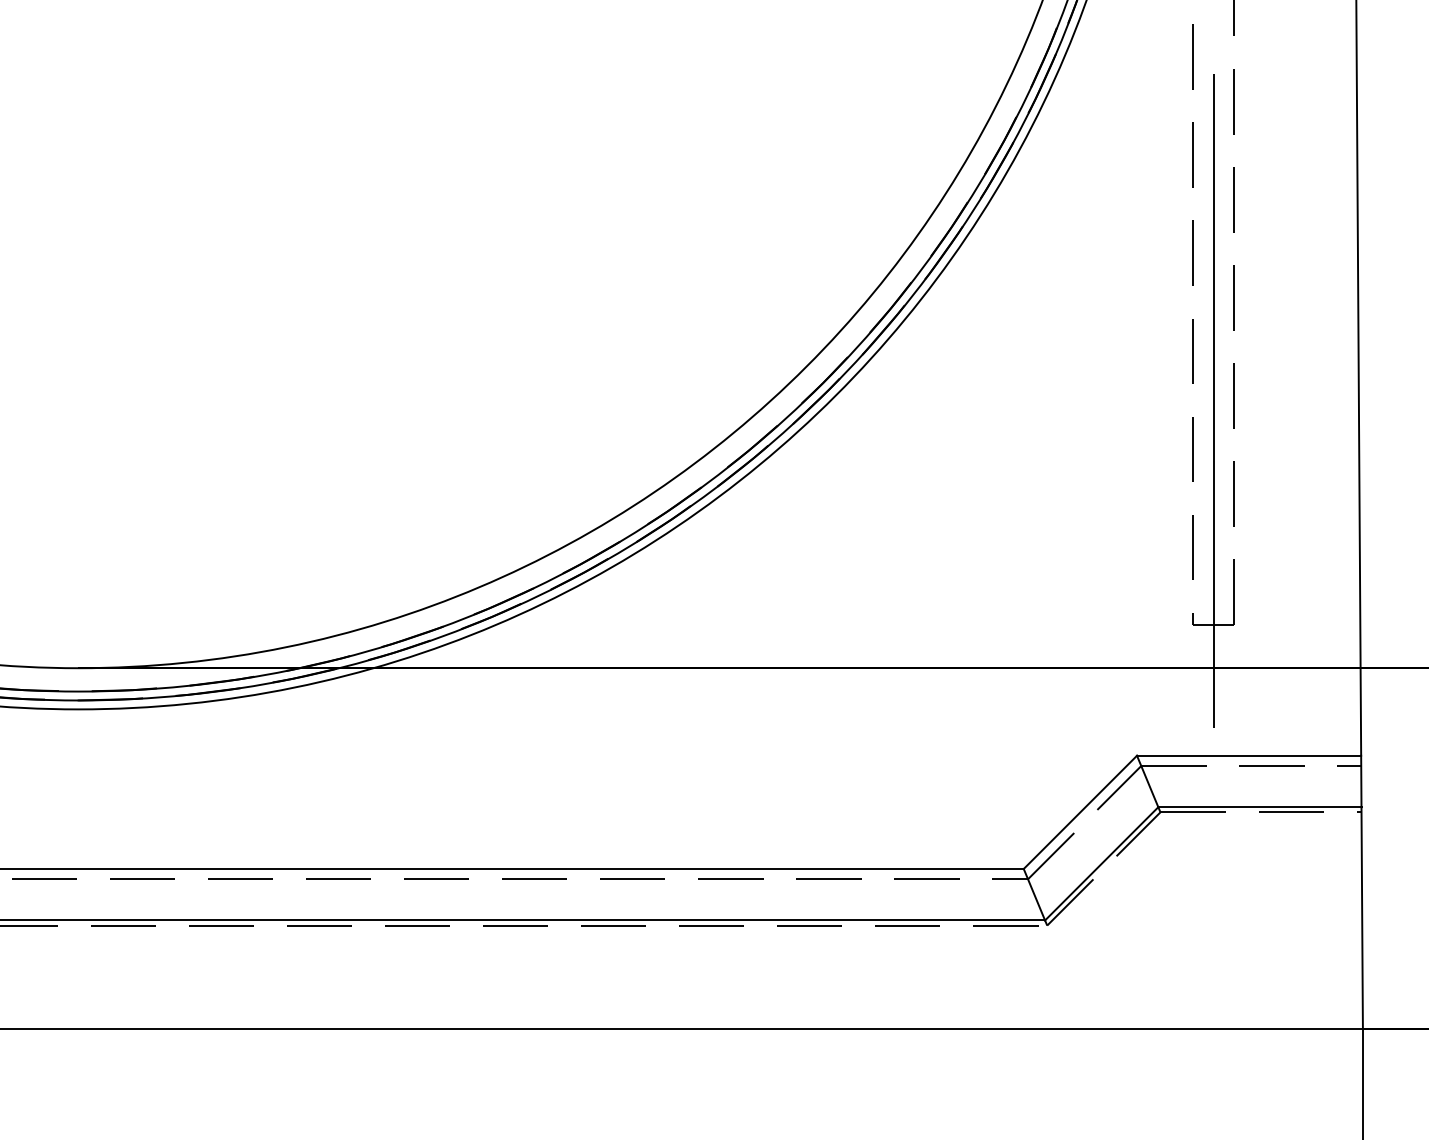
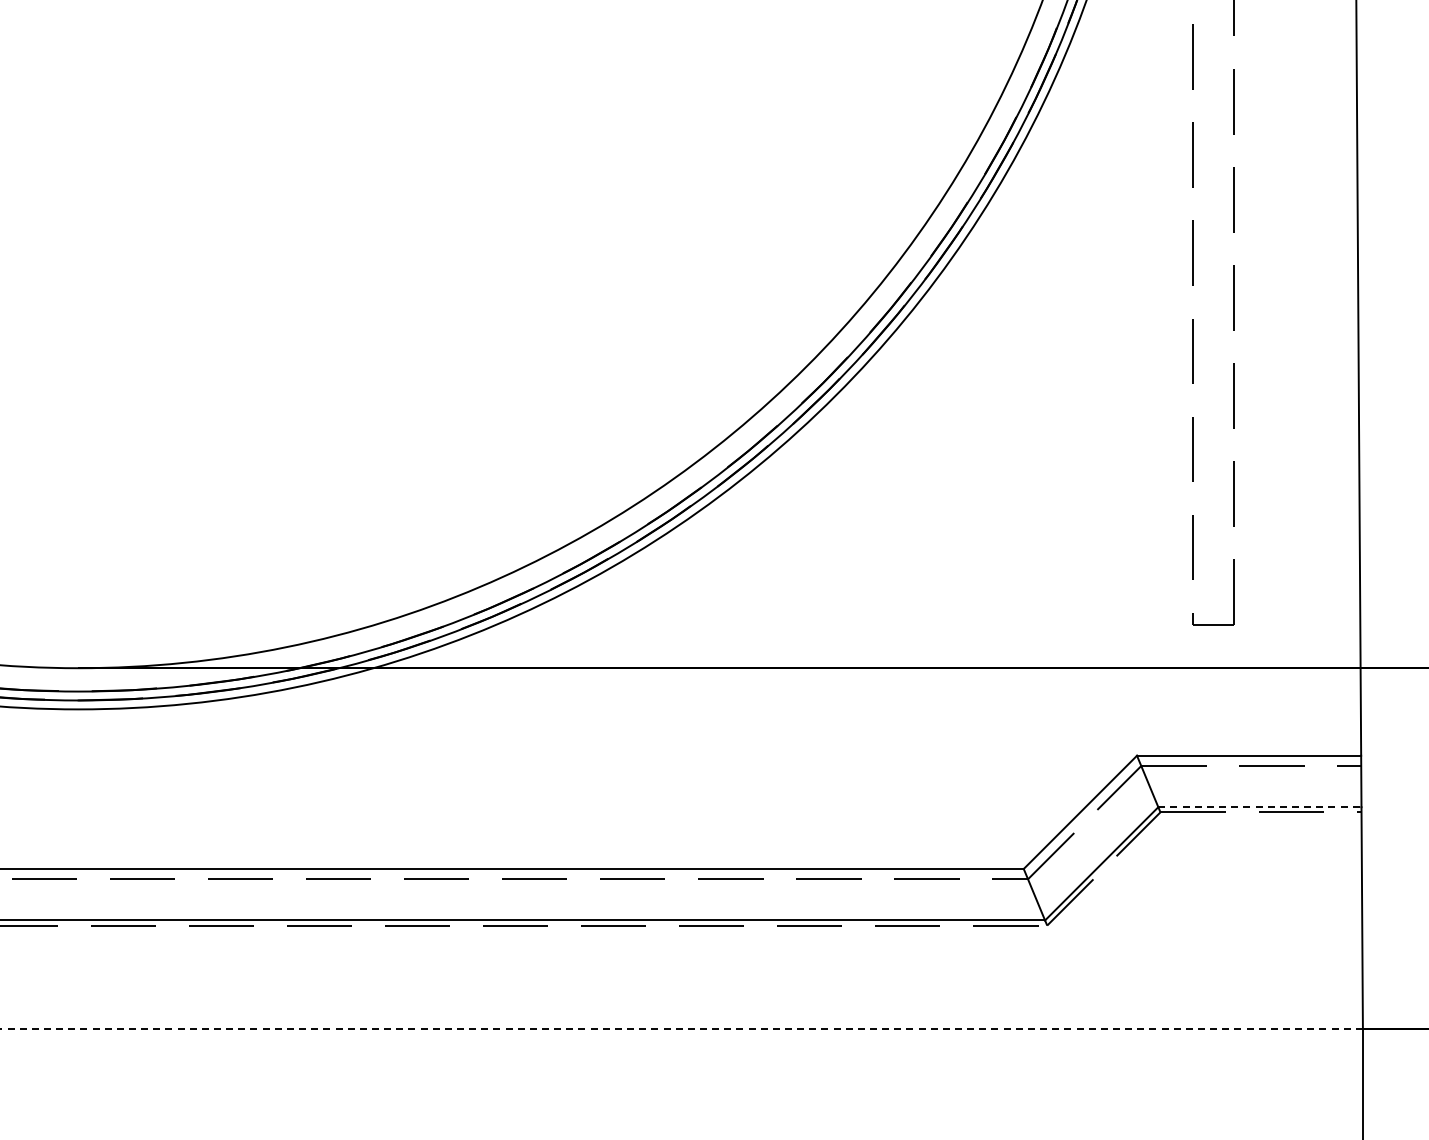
line at (1213, 364): present -> none
line at (1259, 807): solid -> dashed
line at (680, 1028): solid -> dashed
